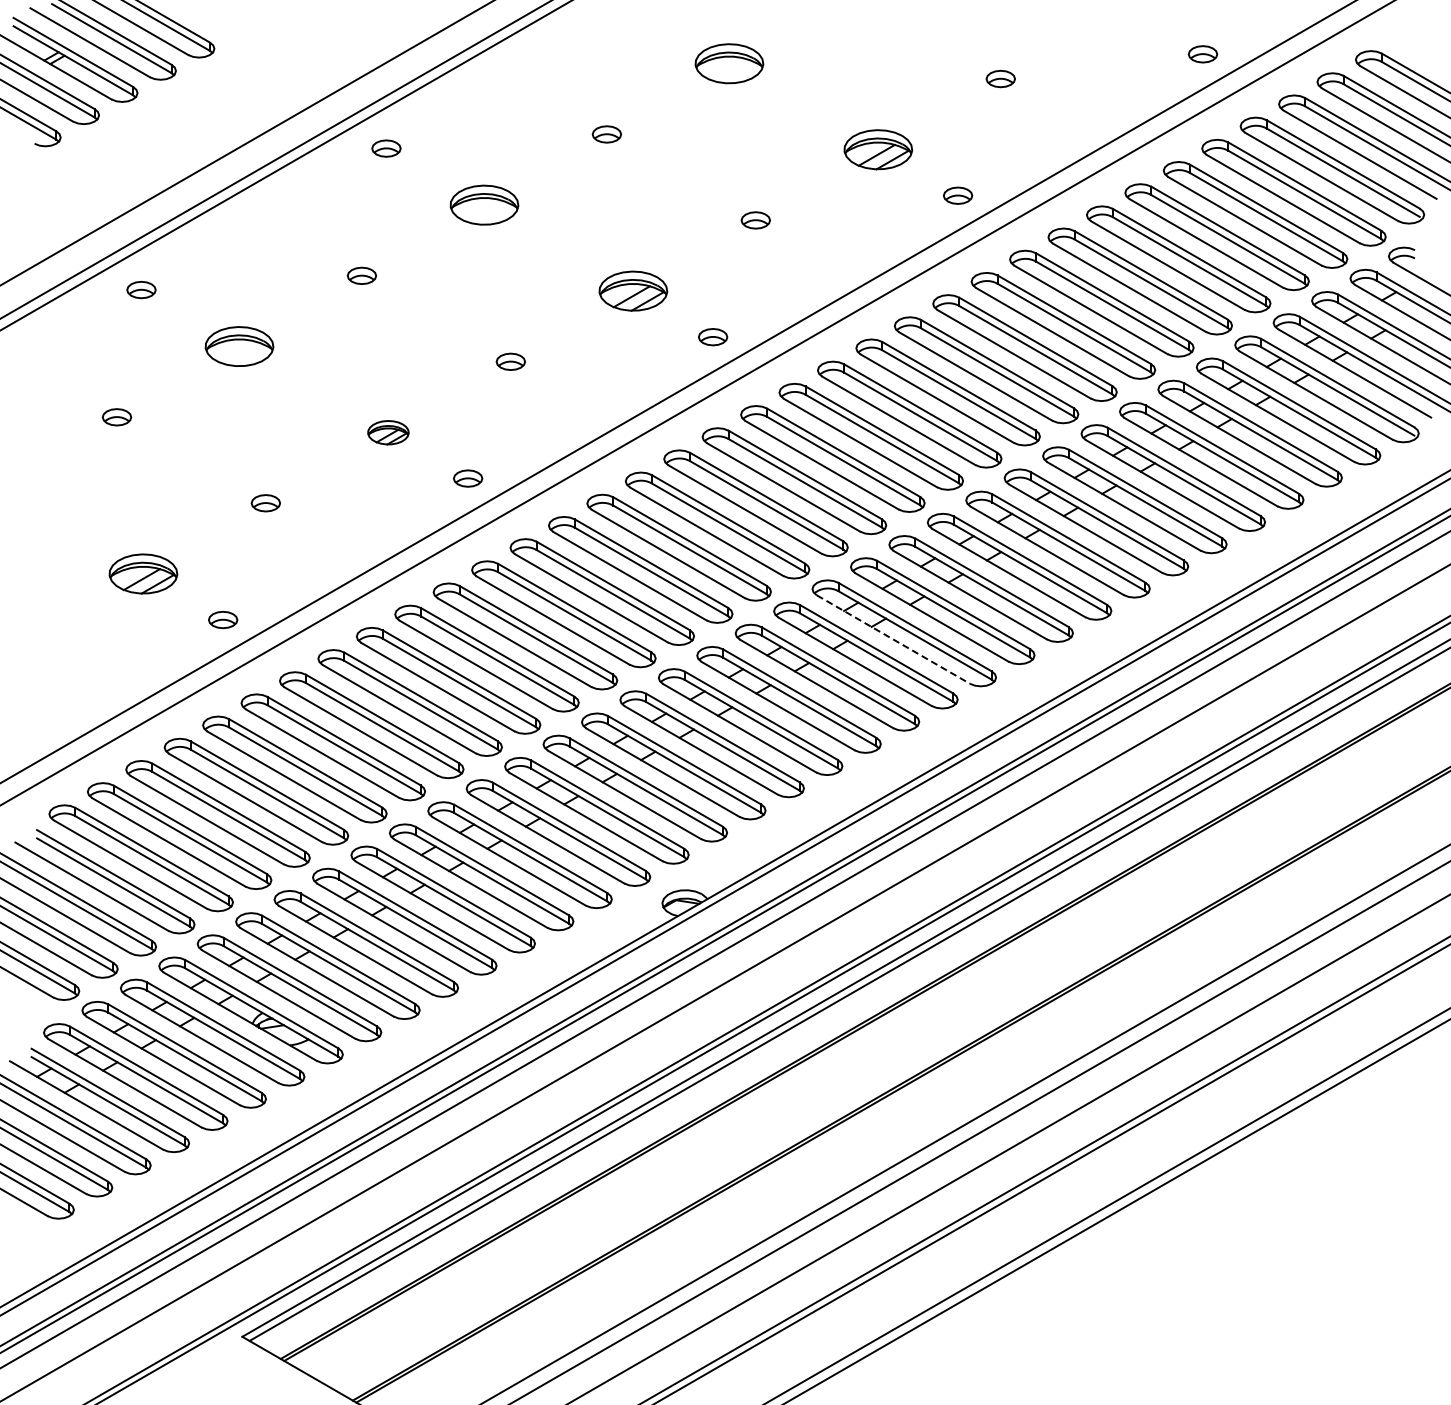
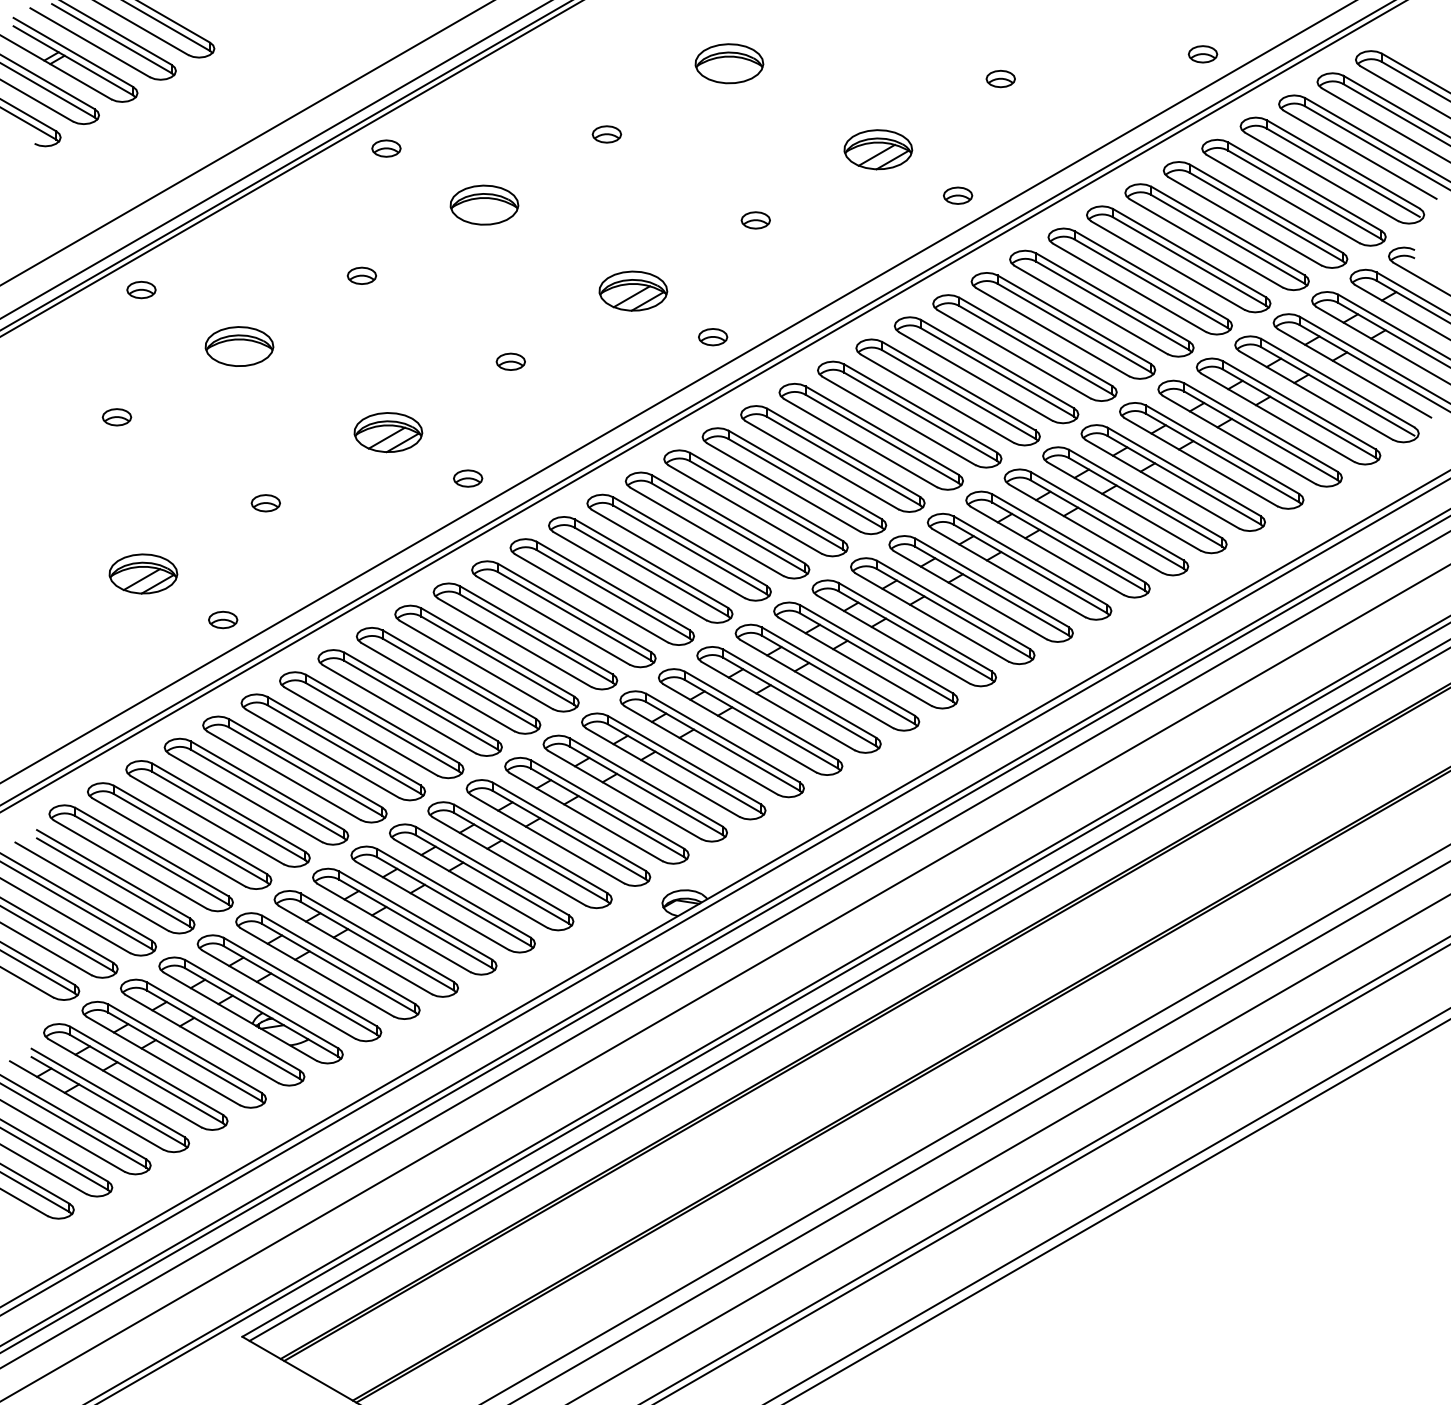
line at (290, 168): none -> present
line at (703, 406): none -> present
part at (388, 432) size: 43x26 px -> 71x42 px
line at (893, 639): dashed -> solid
